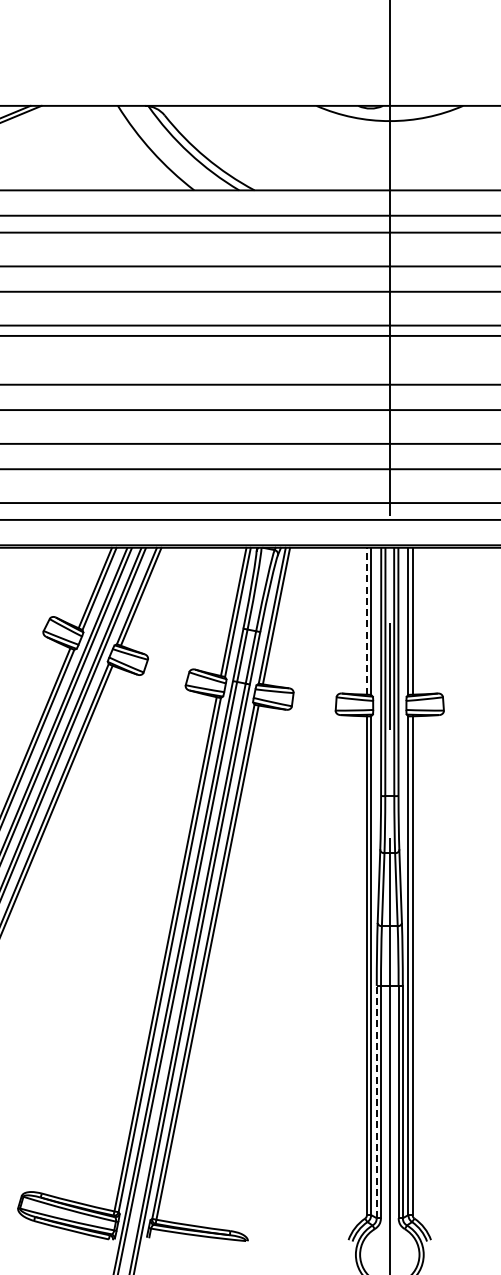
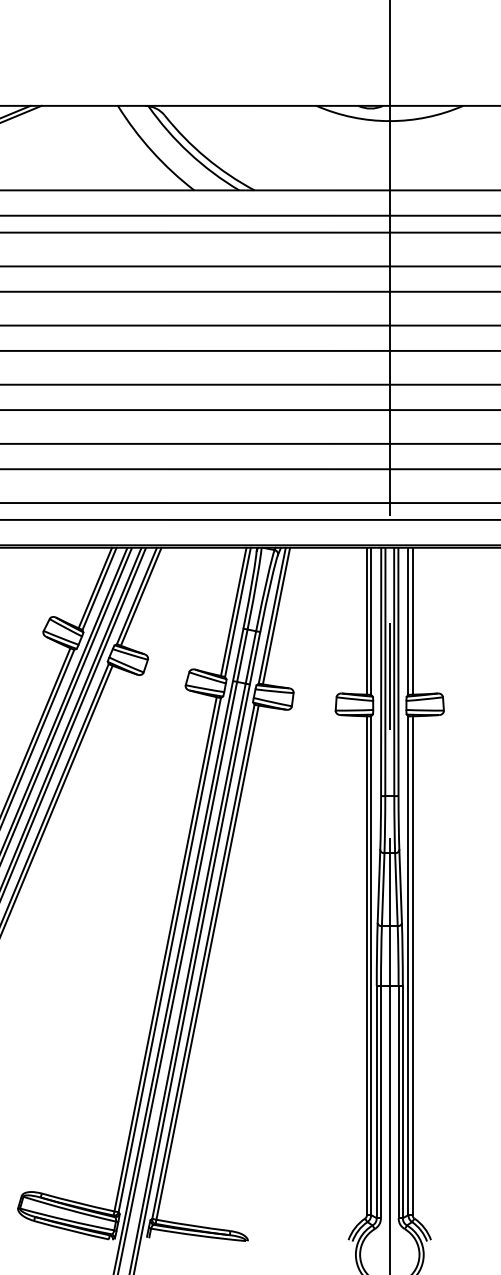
line at (249, 335) position: (249, 335) -> (249, 350)
line at (366, 620): dashed -> solid
line at (376, 1101): dashed -> solid
